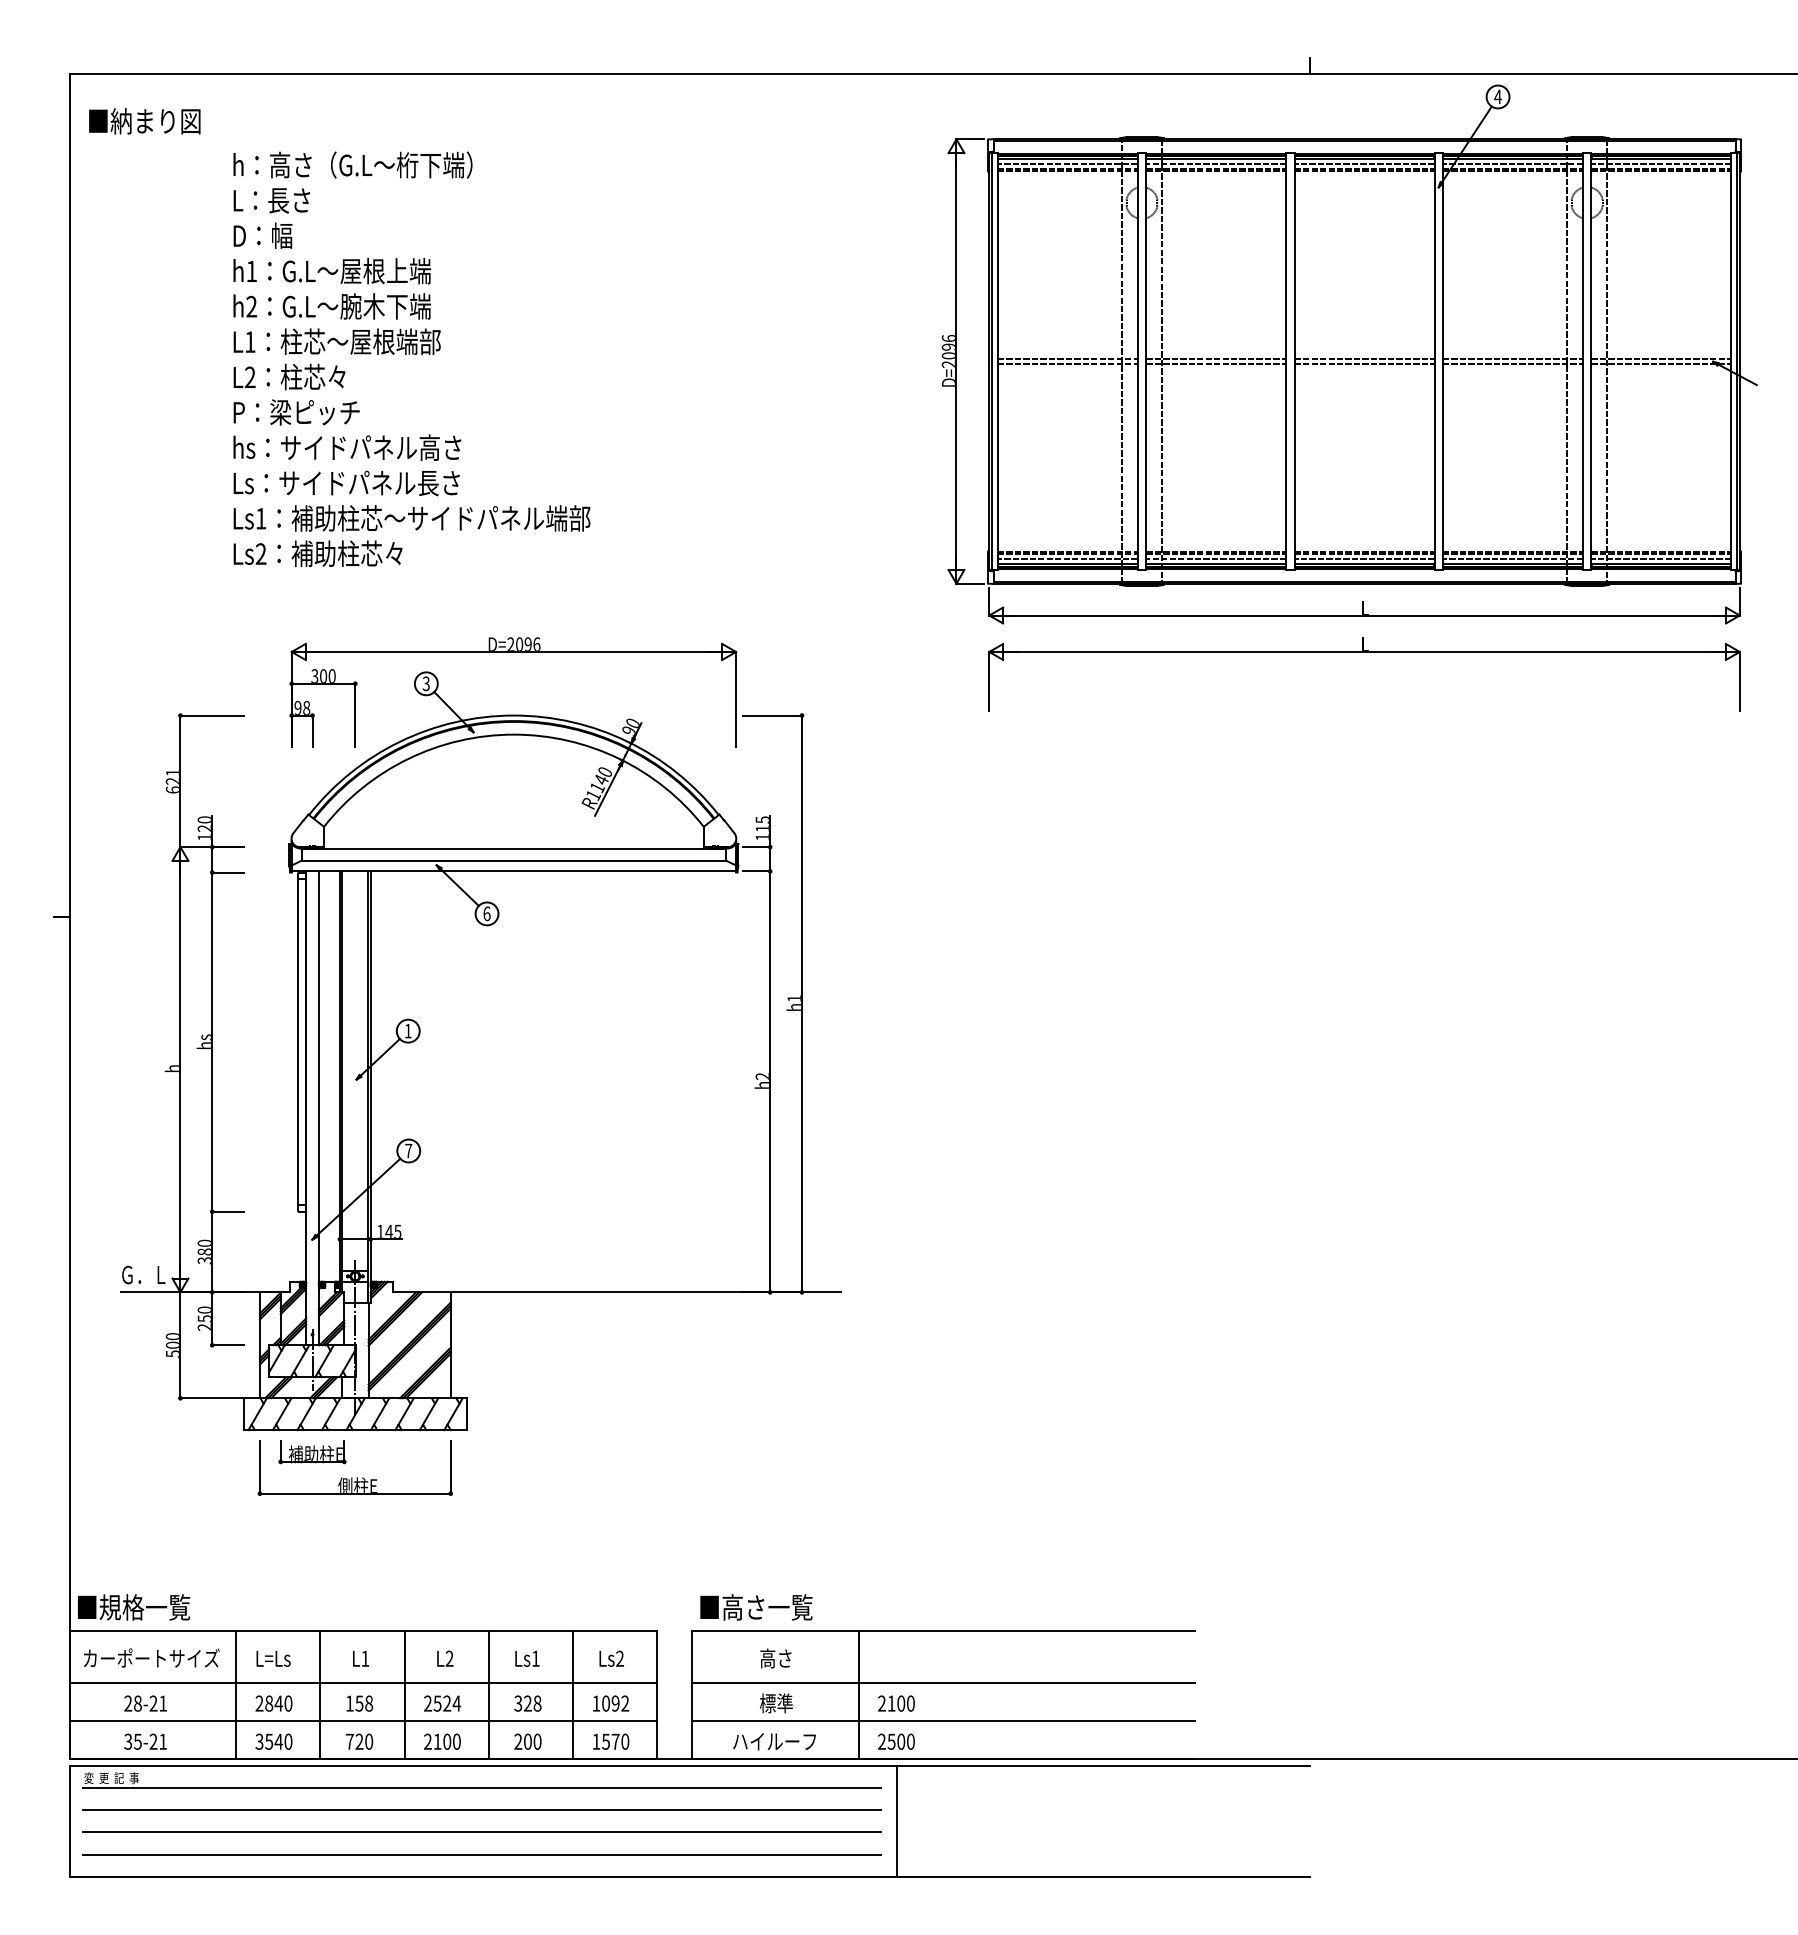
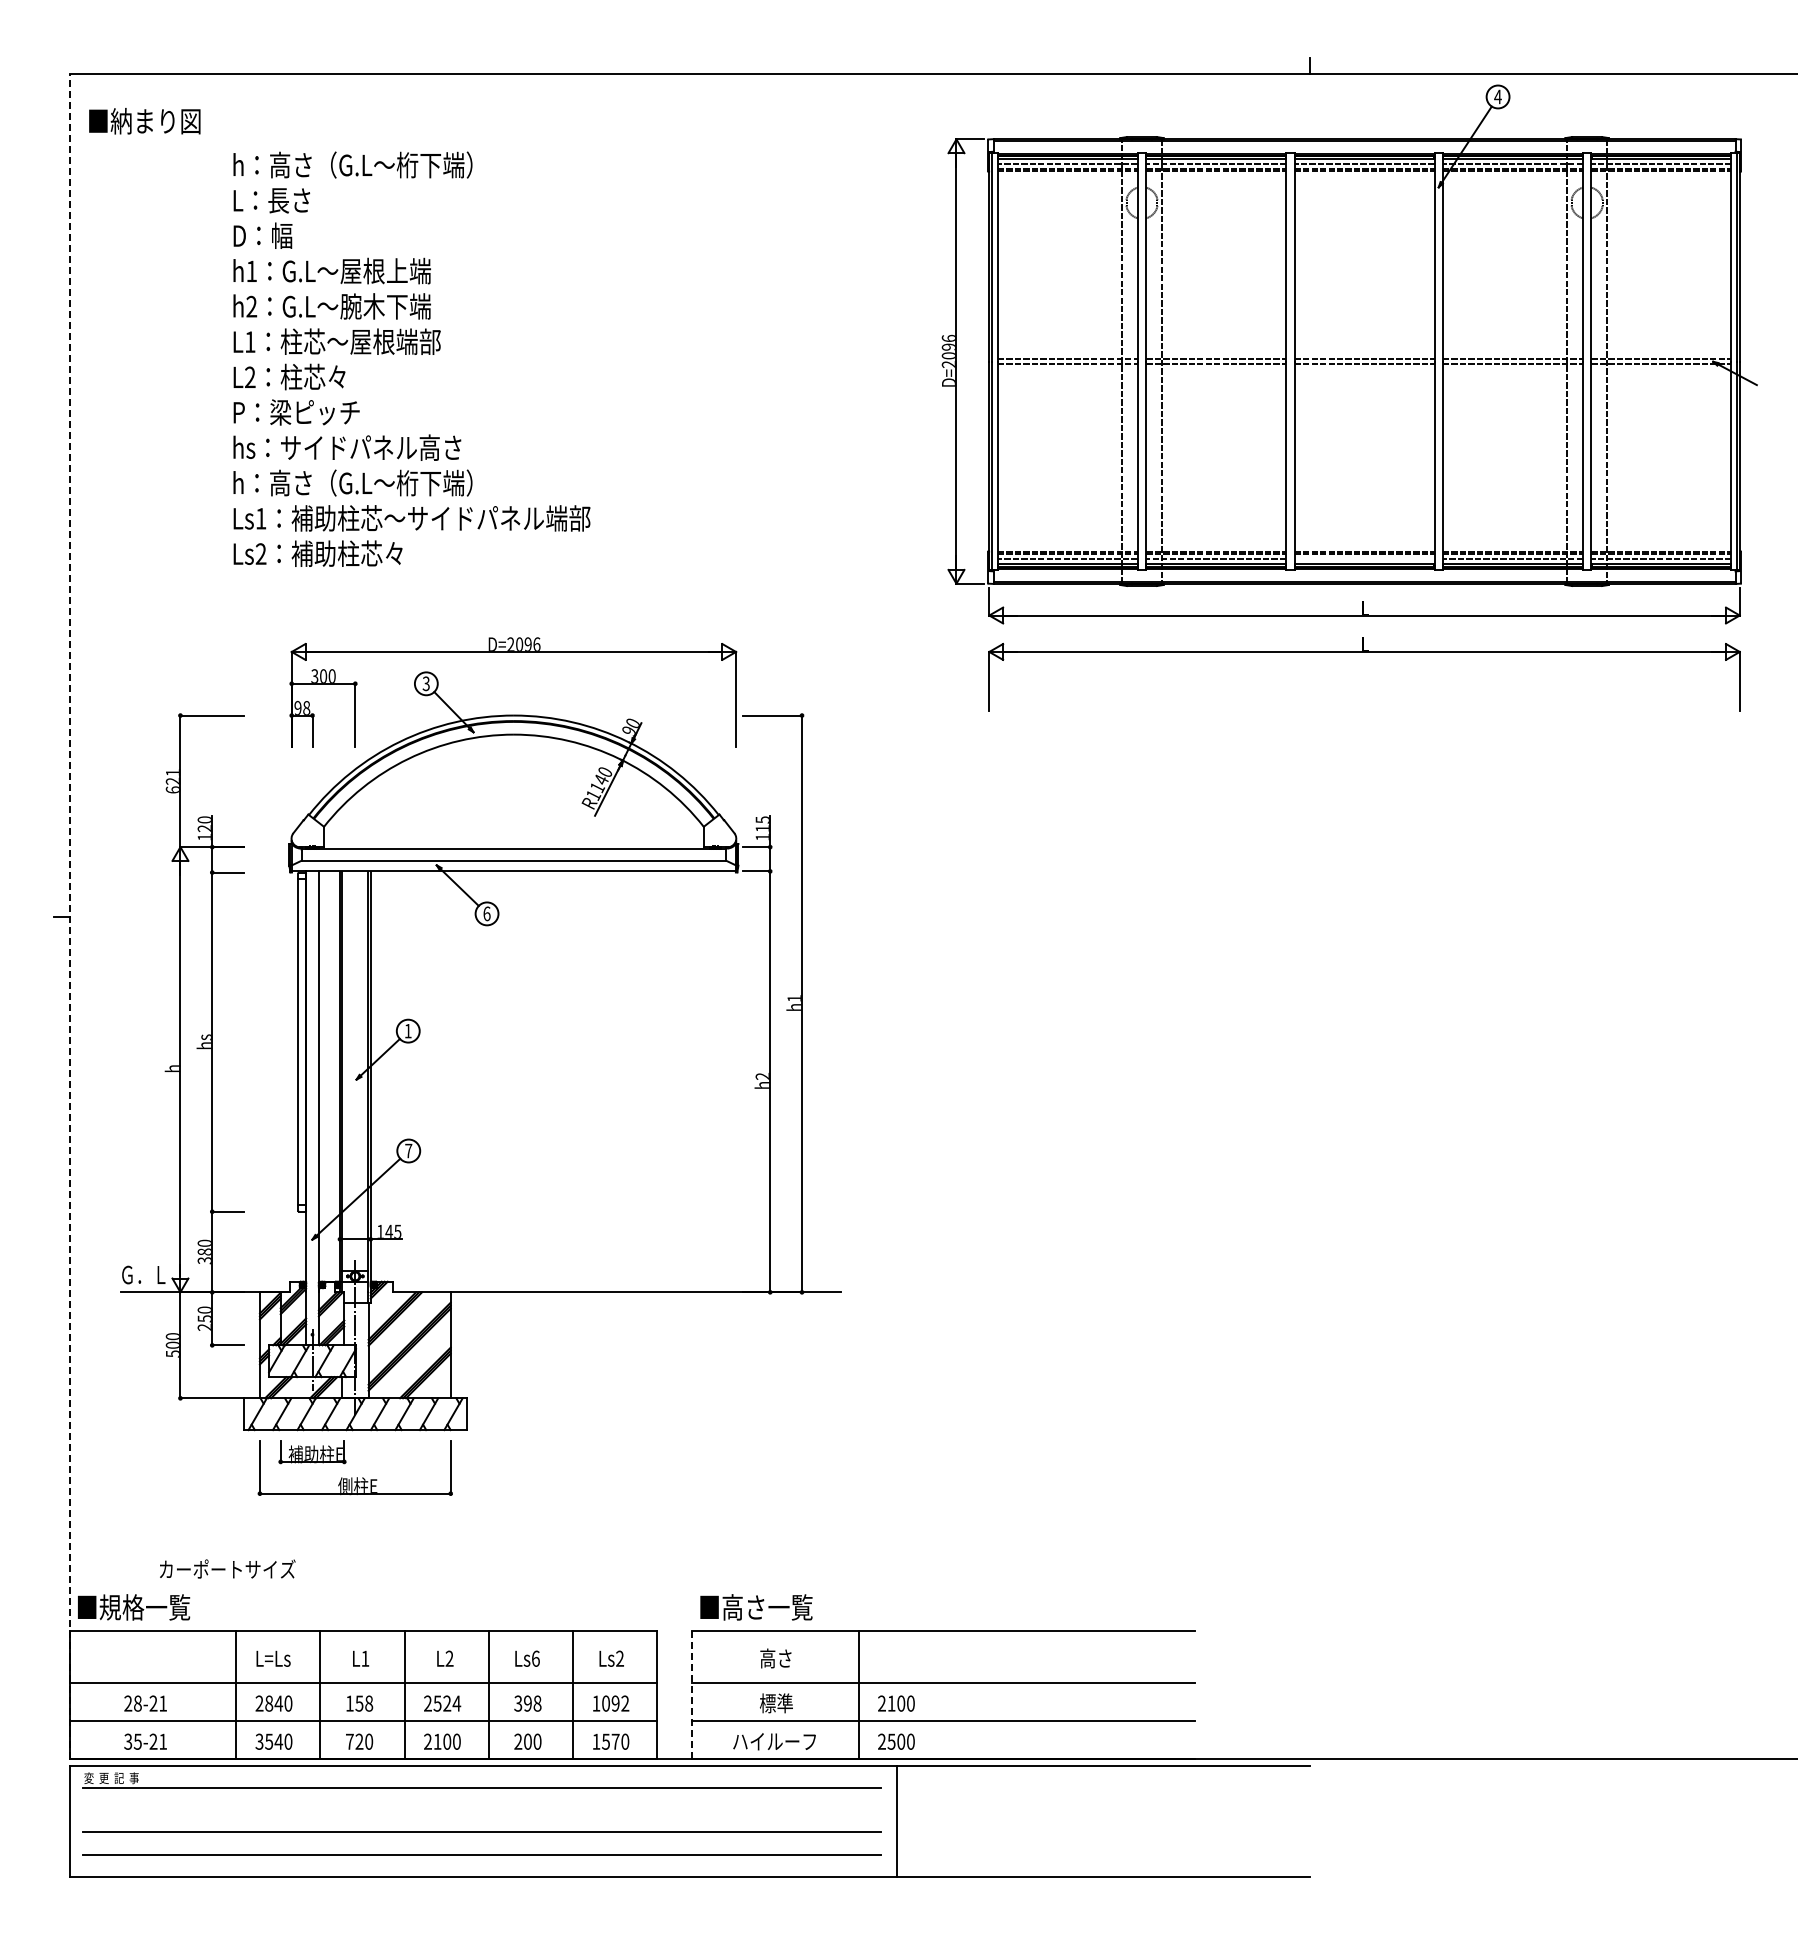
text at (352, 482): Ls：サイドパネル長さ -> h：高さ（G.L～桁下端）
line at (1364, 559): present -> none
line at (69, 916): solid -> dashed
text at (151, 1657) position: (151, 1657) -> (227, 1568)
text at (535, 1658): Ls1 -> Ls6
line at (692, 1695): solid -> dashed
text at (527, 1703): 328 -> 398
line at (481, 1810): present -> none
